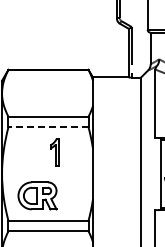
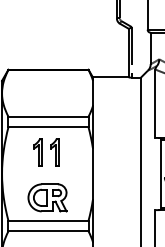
line at (48, 127): dashed -> solid
part at (37, 152): none -> present
part at (37, 195) position: (37, 195) -> (47, 197)
